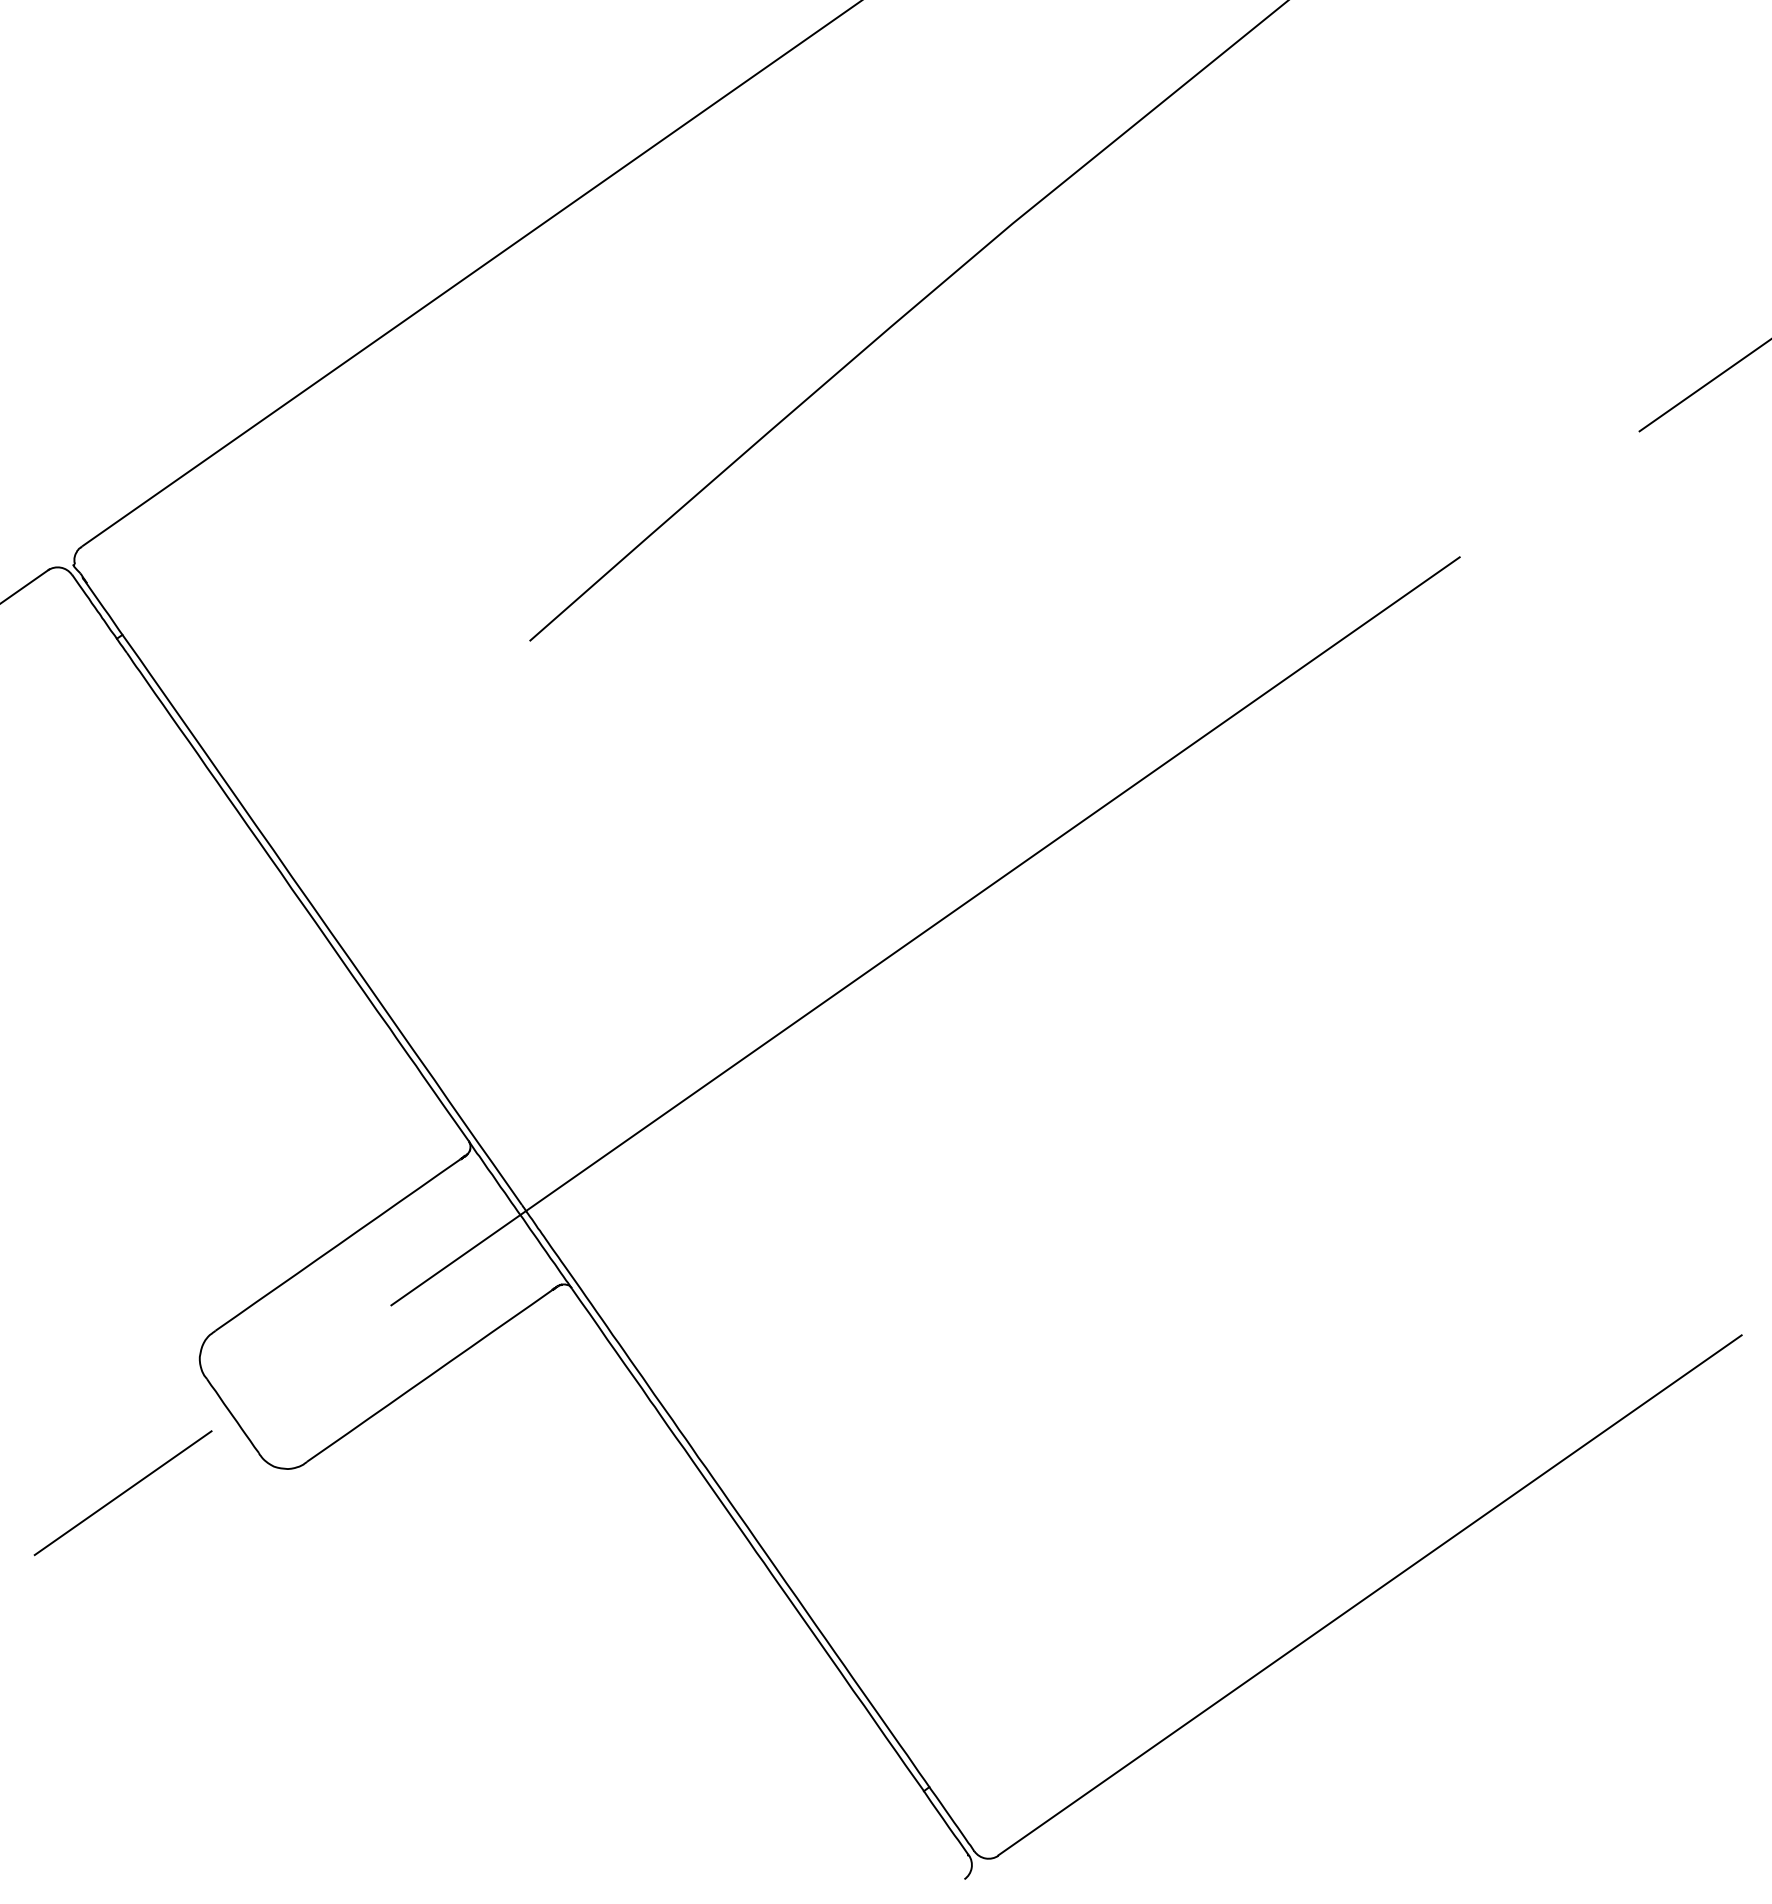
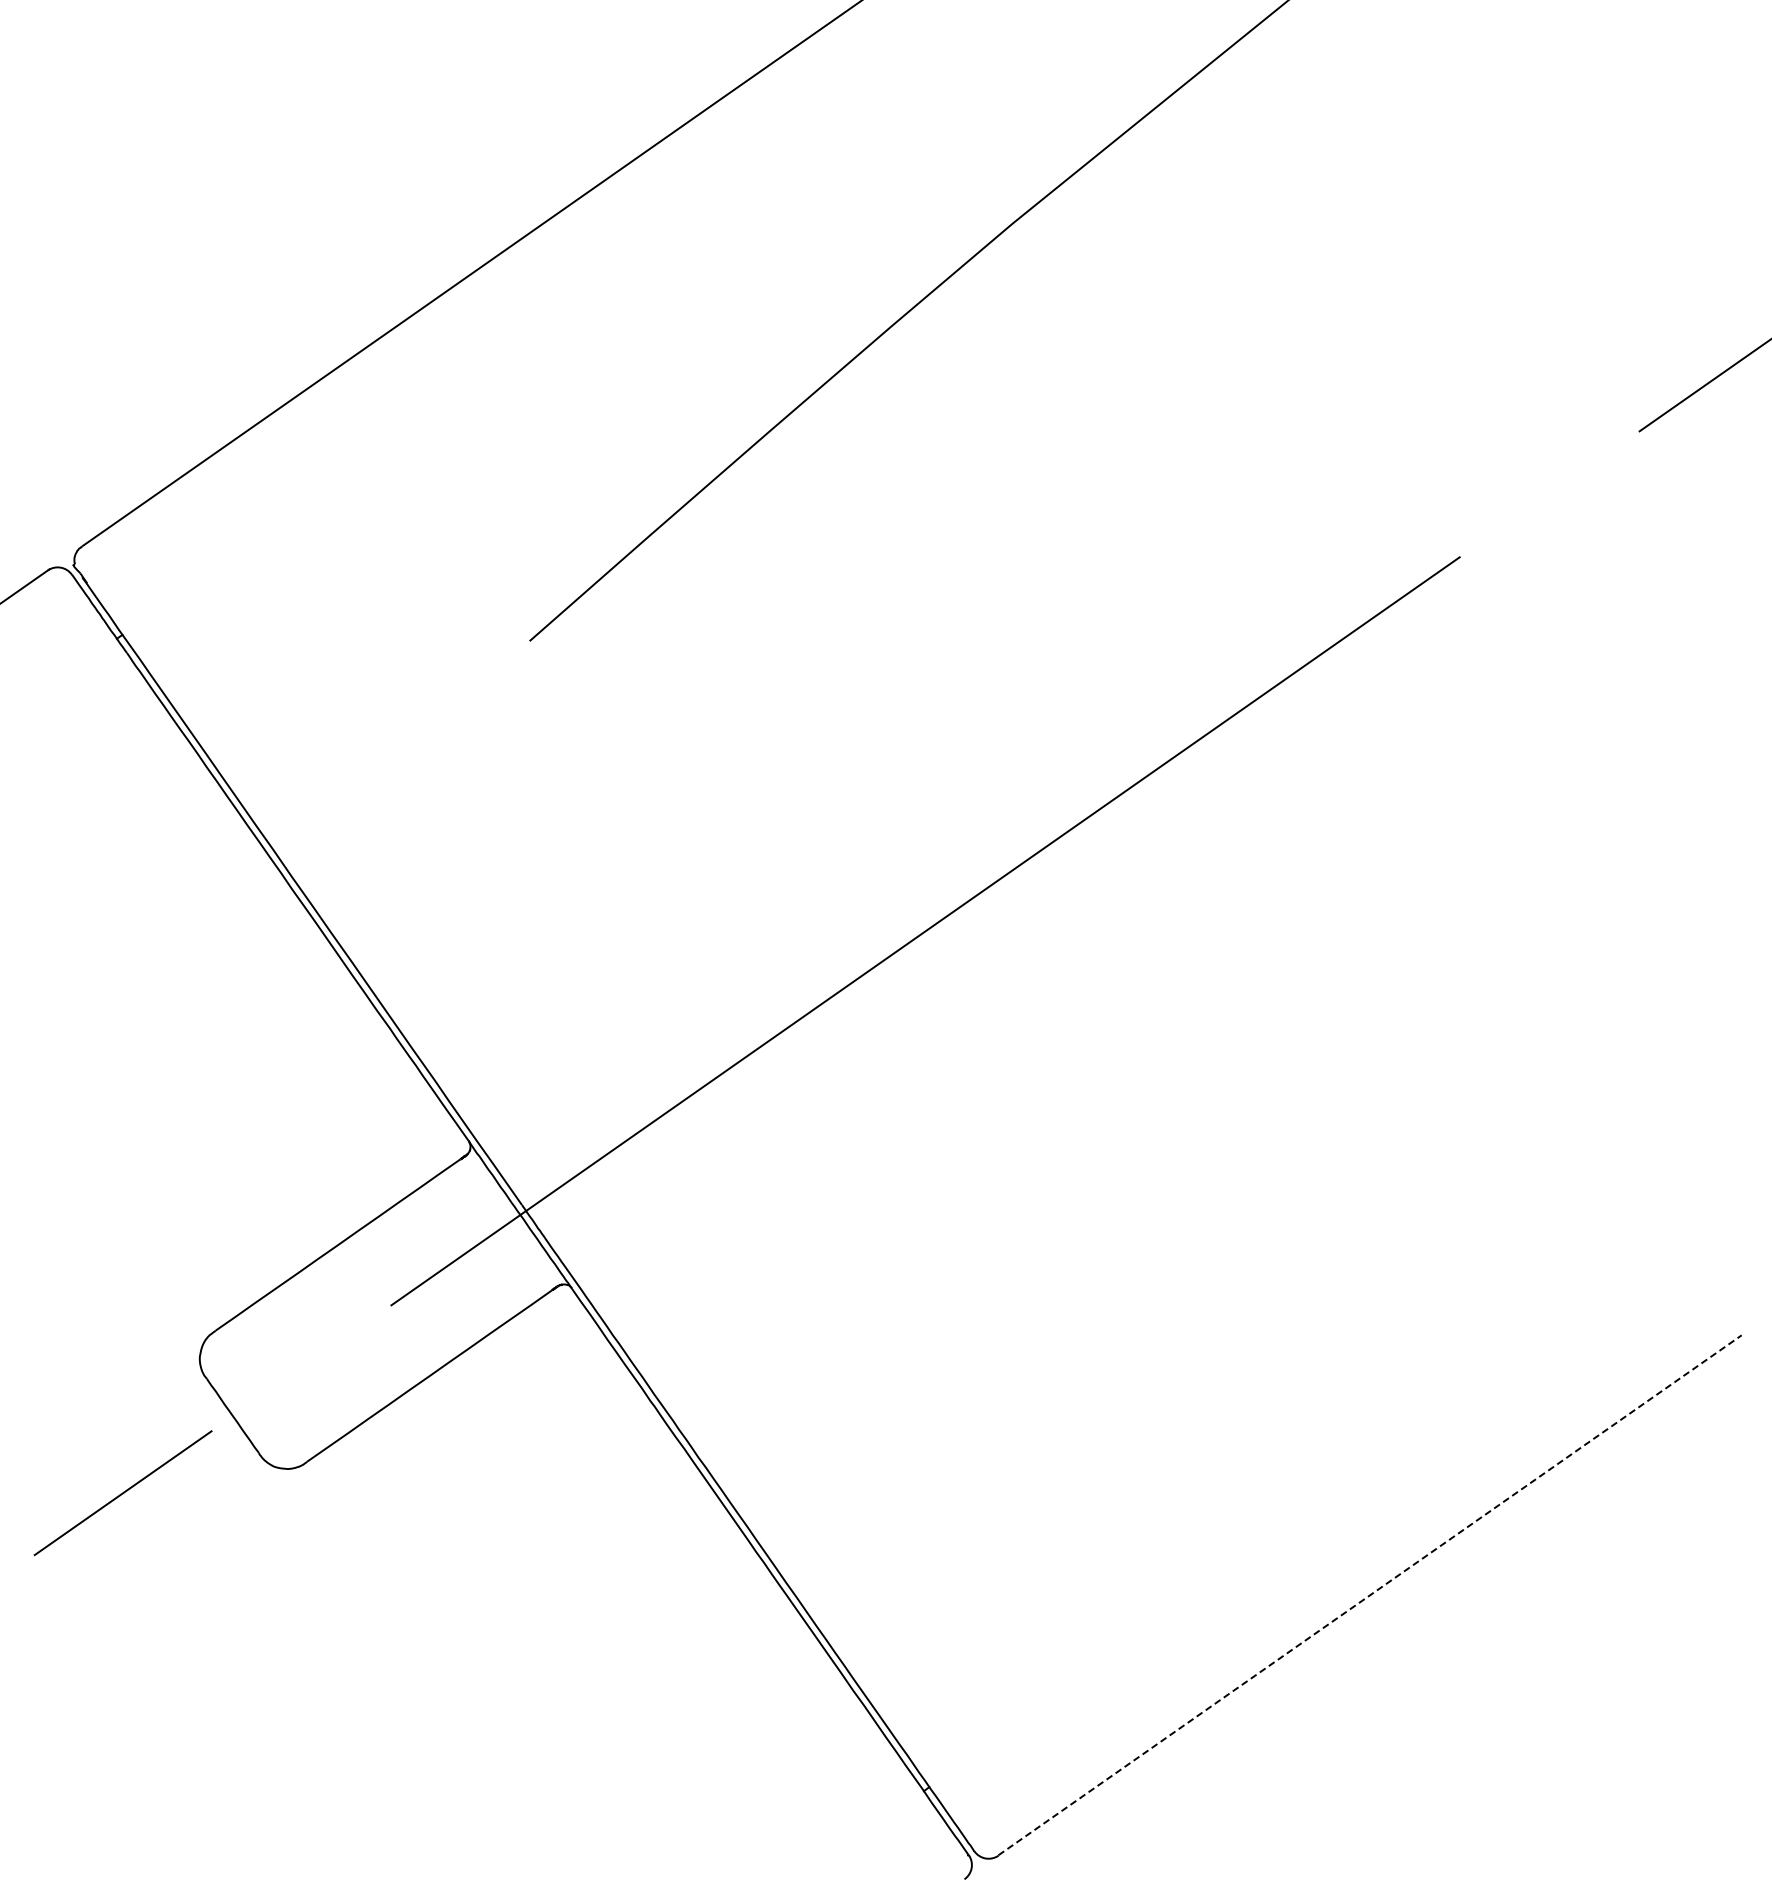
line at (1370, 1595): solid -> dashed
